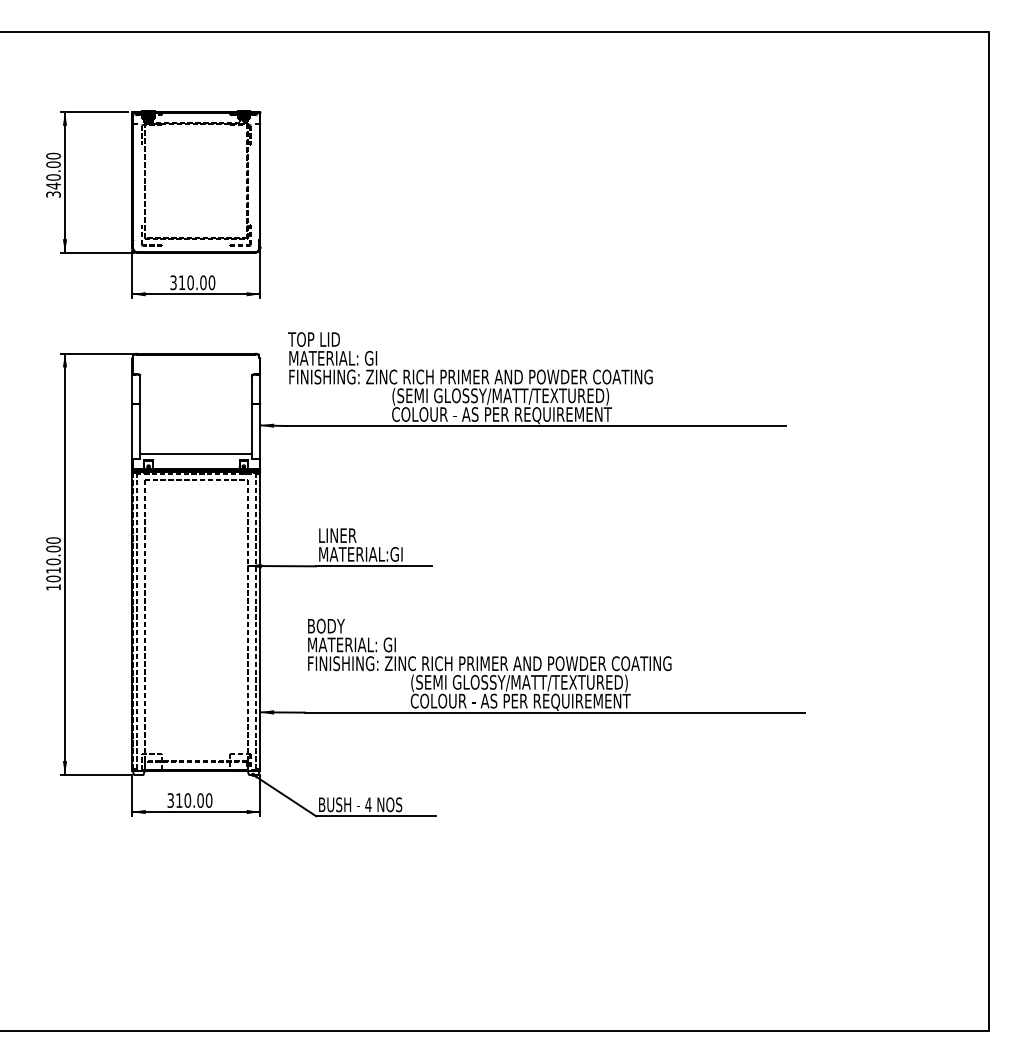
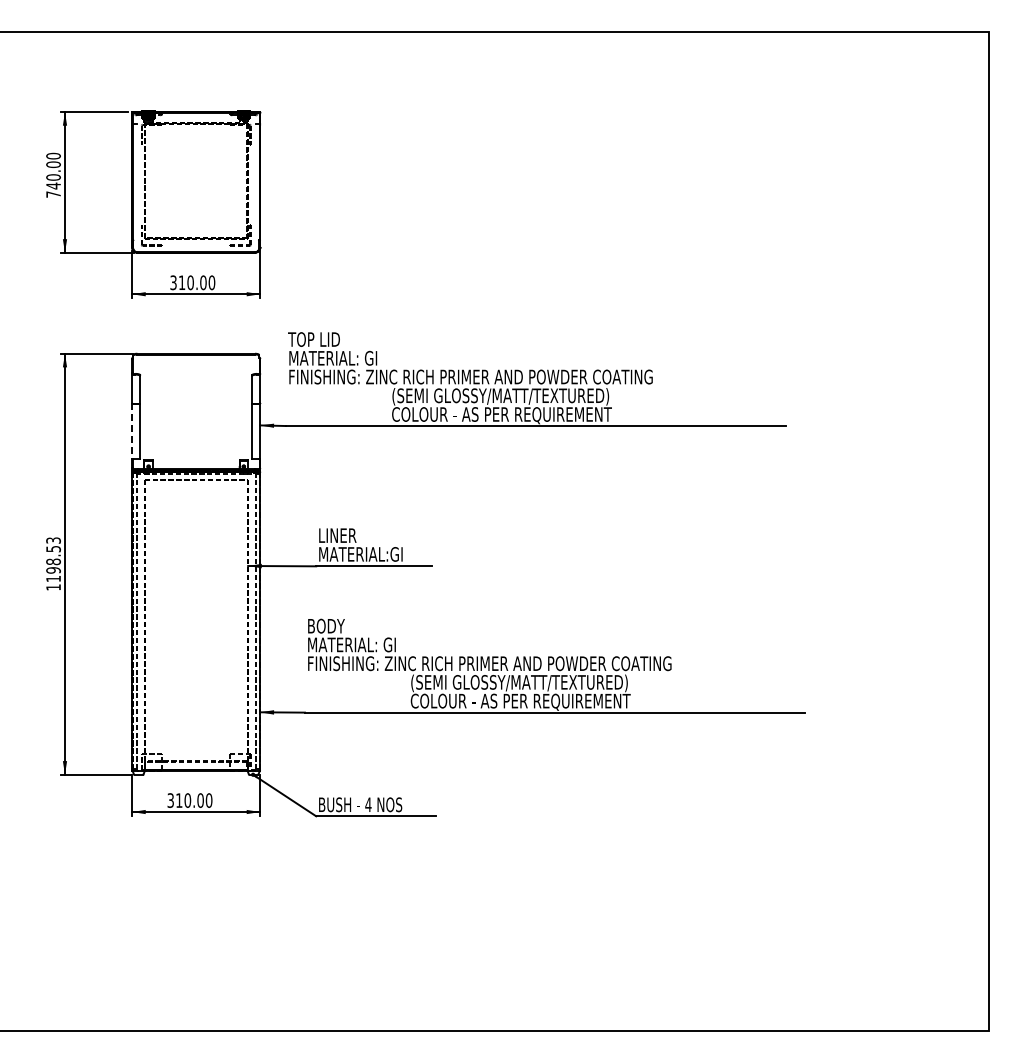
text at (53, 194): 340.00 -> 740.00
line at (132, 430): solid -> dashed
line at (196, 453): present -> none
text at (53, 559): 1010.00 -> 1198.53
